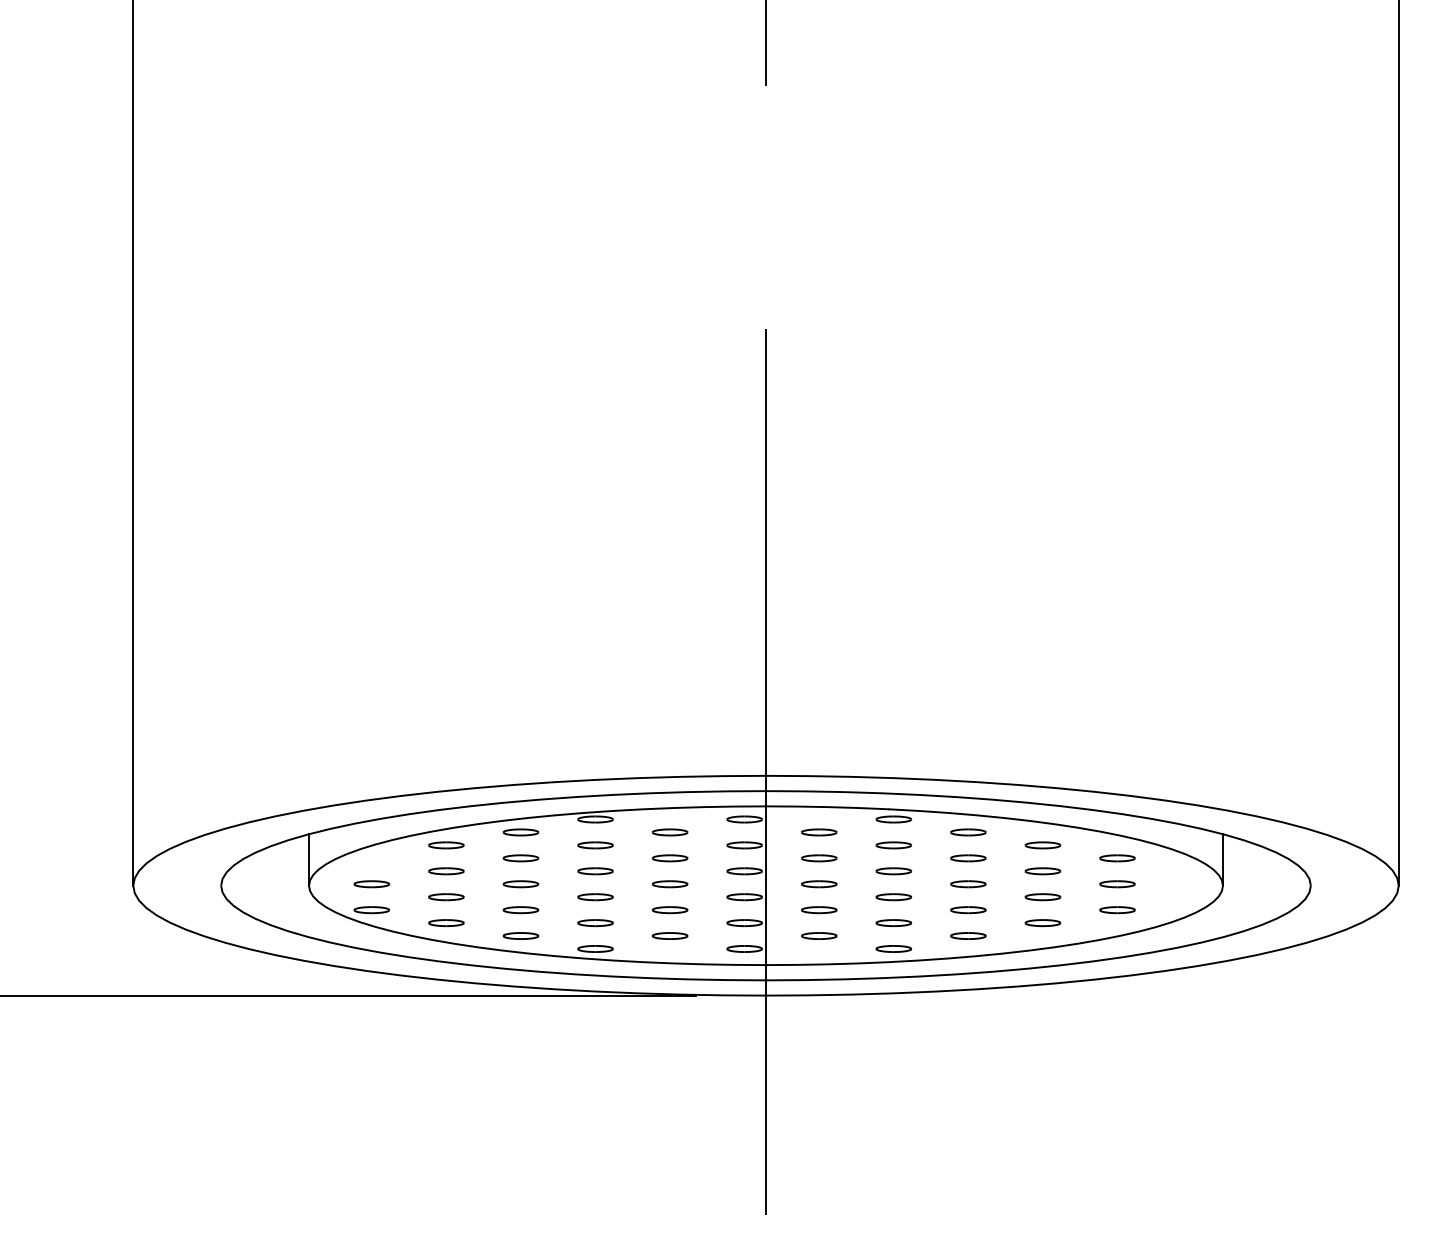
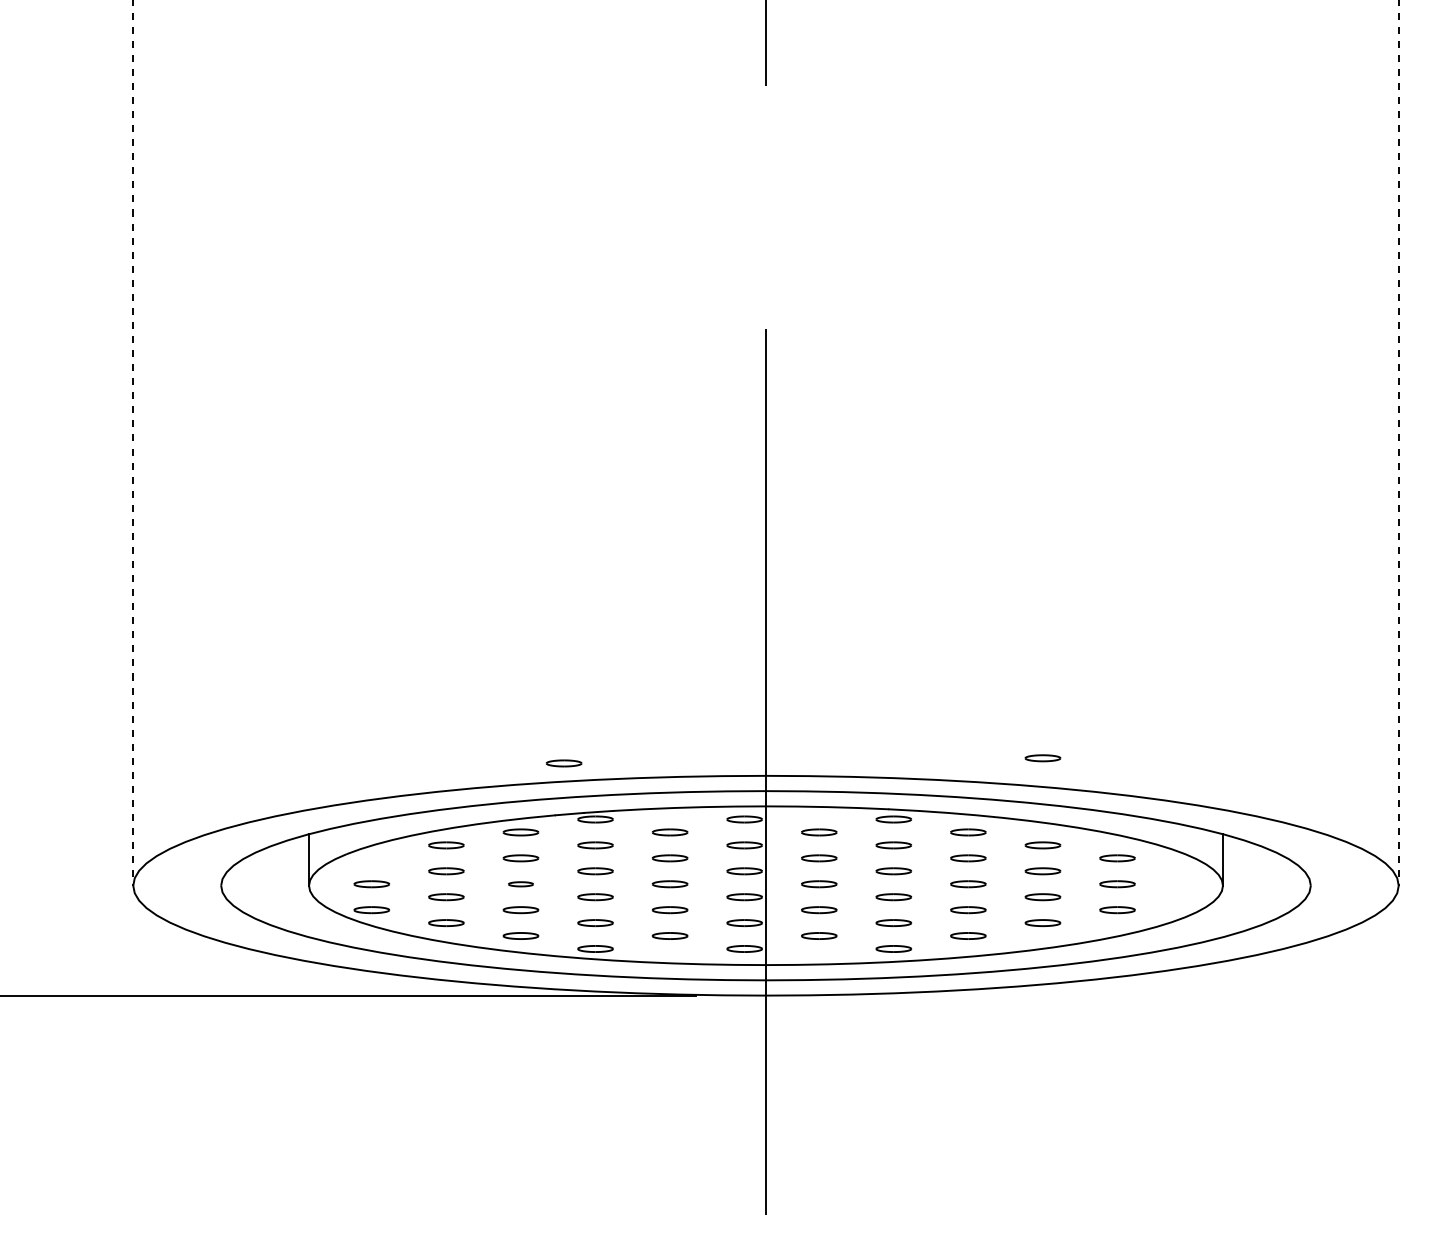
line at (133, 443): solid -> dashed
line at (1398, 443): solid -> dashed
part at (1042, 758): none -> present
part at (564, 763): none -> present
part at (520, 884) size: 38x9 px -> 26x7 px
